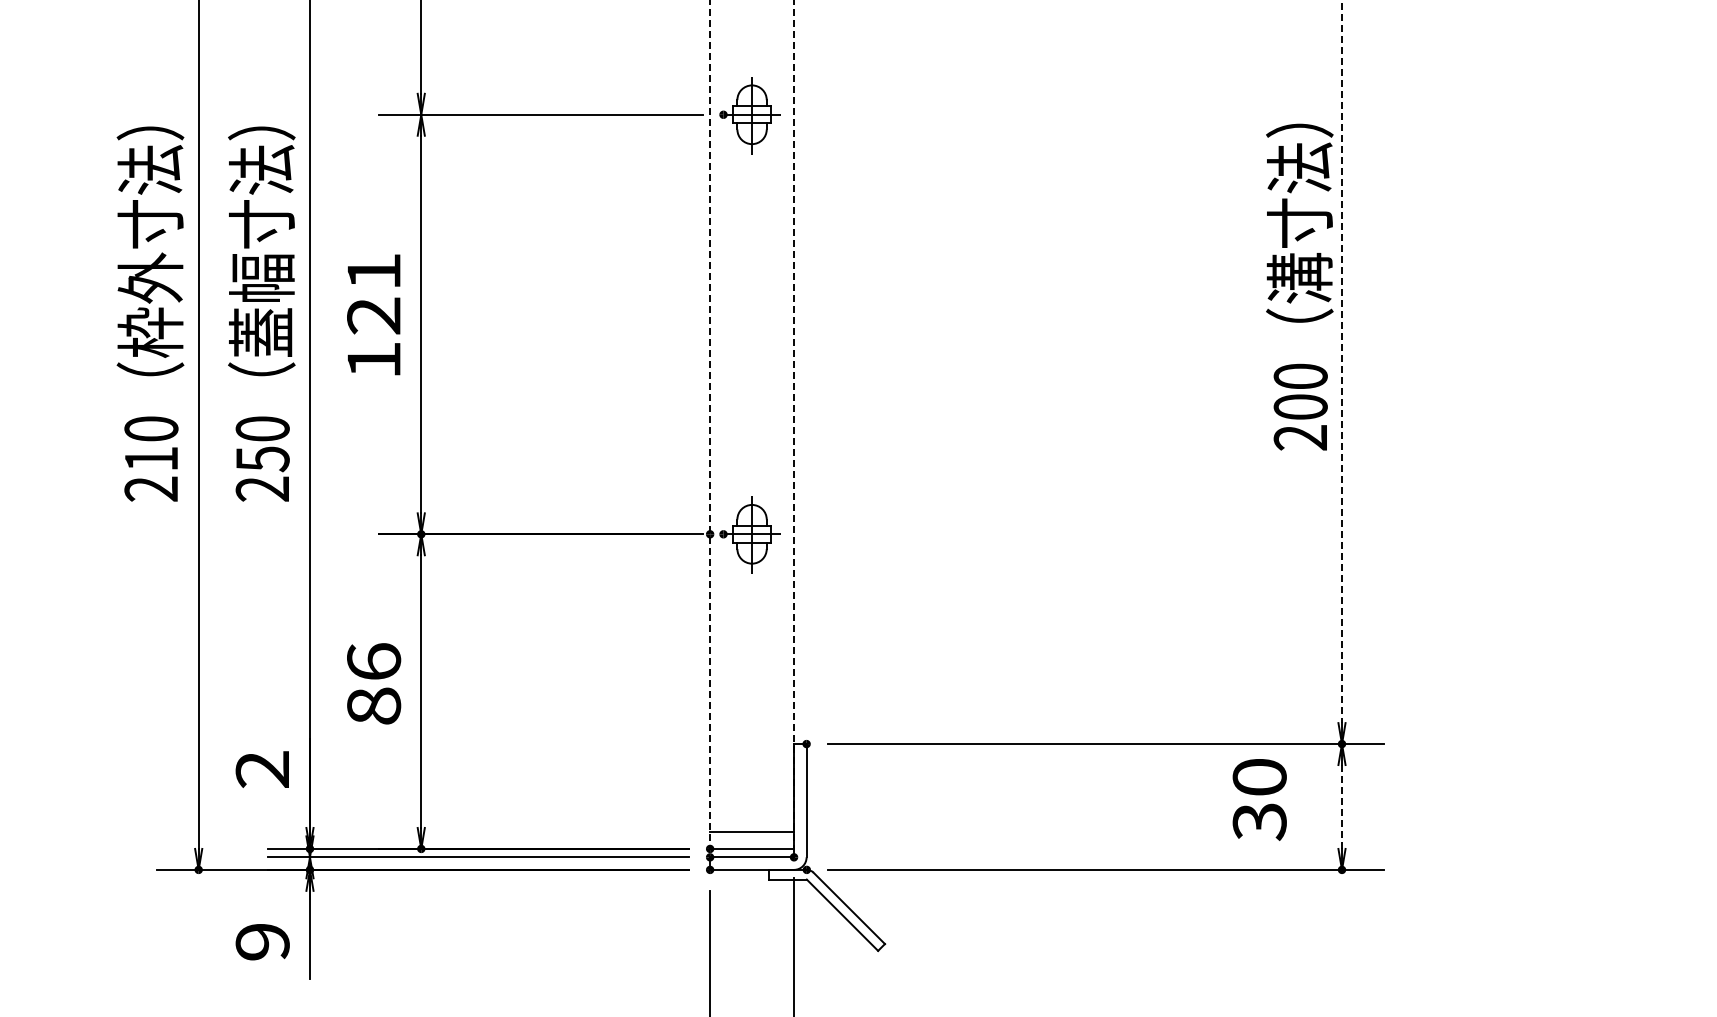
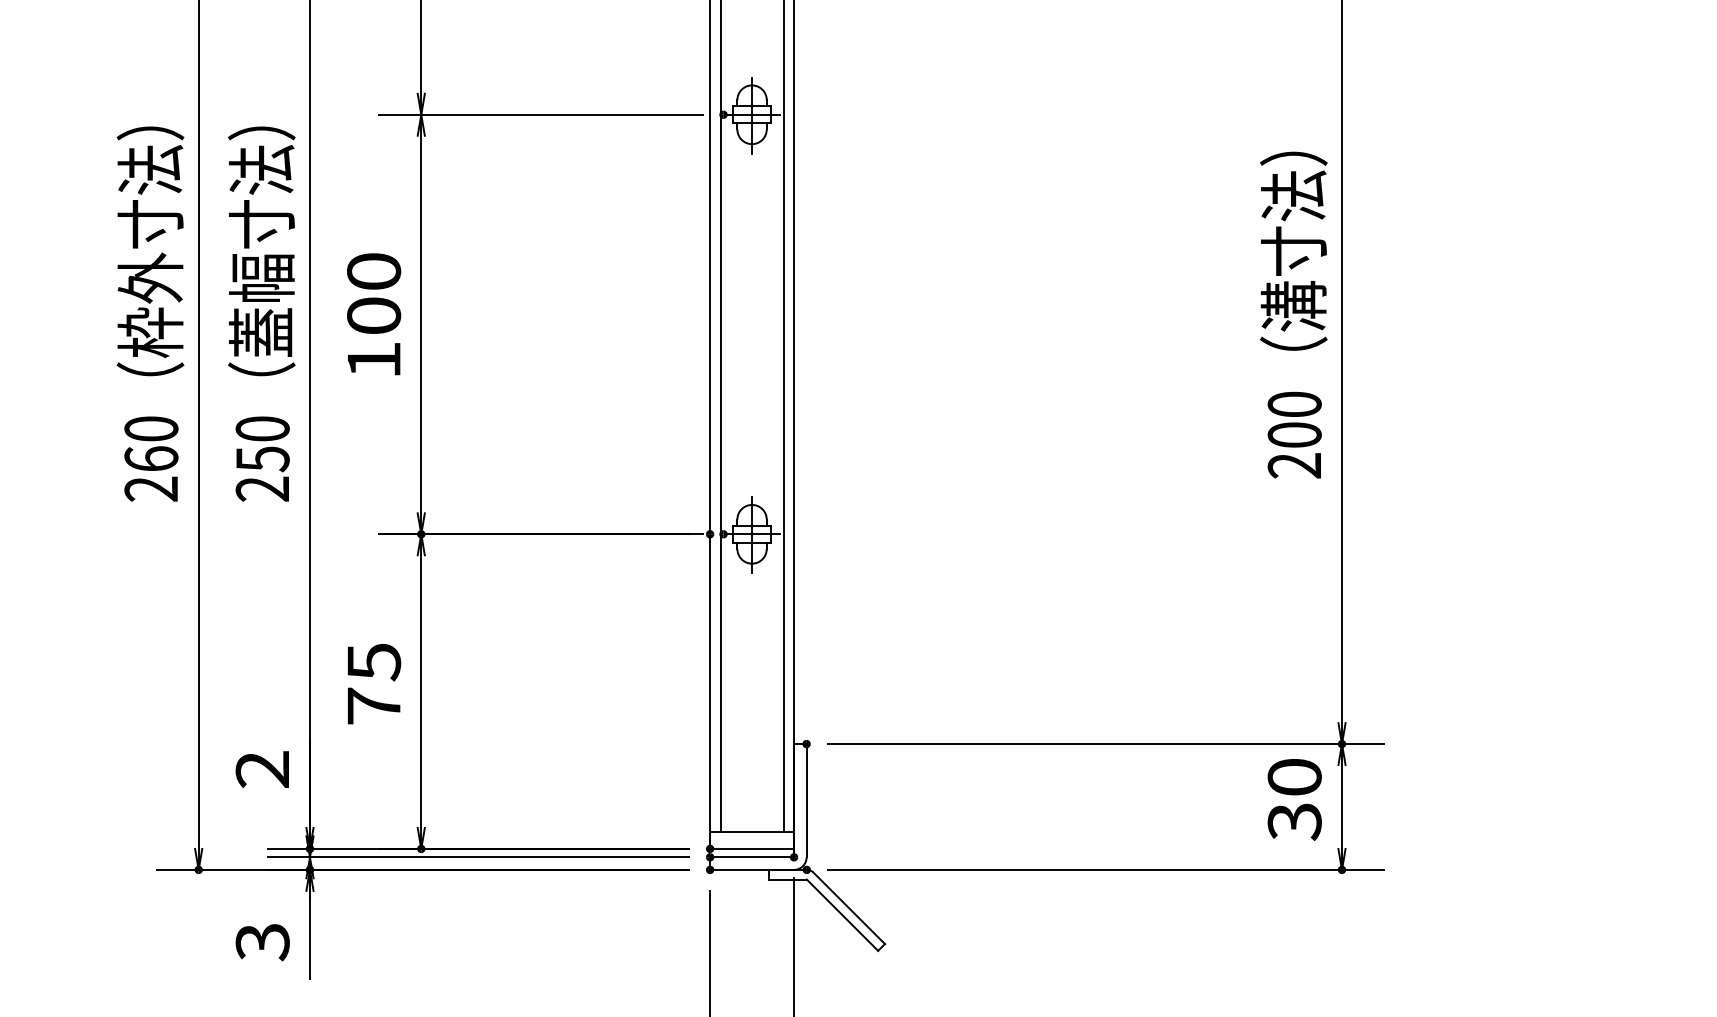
text at (1299, 286) position: (1299, 286) -> (1293, 314)
text at (374, 293): 121 -> 100
line at (1342, 362): dashed -> solid
line at (720, 417): none -> present
line at (783, 417): none -> present
line at (710, 425): dashed -> solid
line at (794, 425): dashed -> solid
text at (151, 458): 210 -> 260
text at (374, 683): 86 -> 75
text at (1259, 799) position: (1259, 799) -> (1294, 799)
line at (1342, 806): dashed -> solid
text at (262, 942): 9 -> 3
